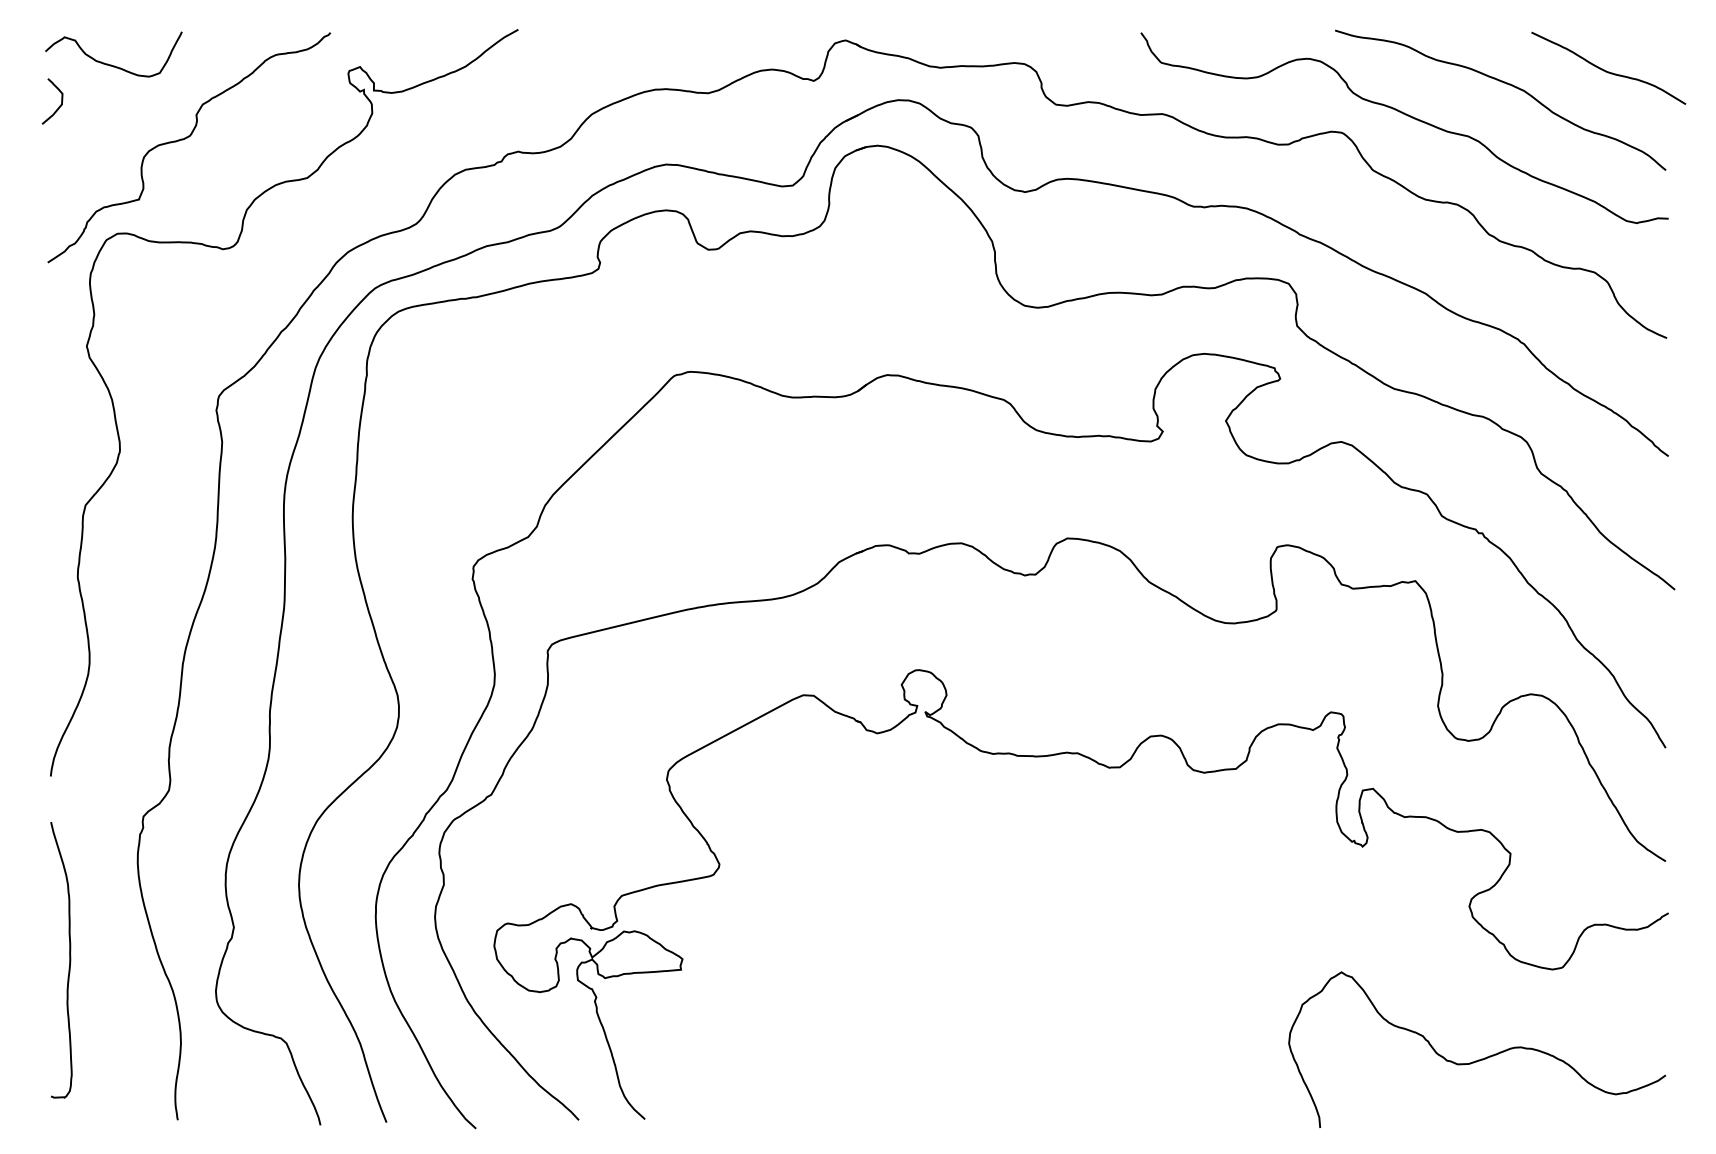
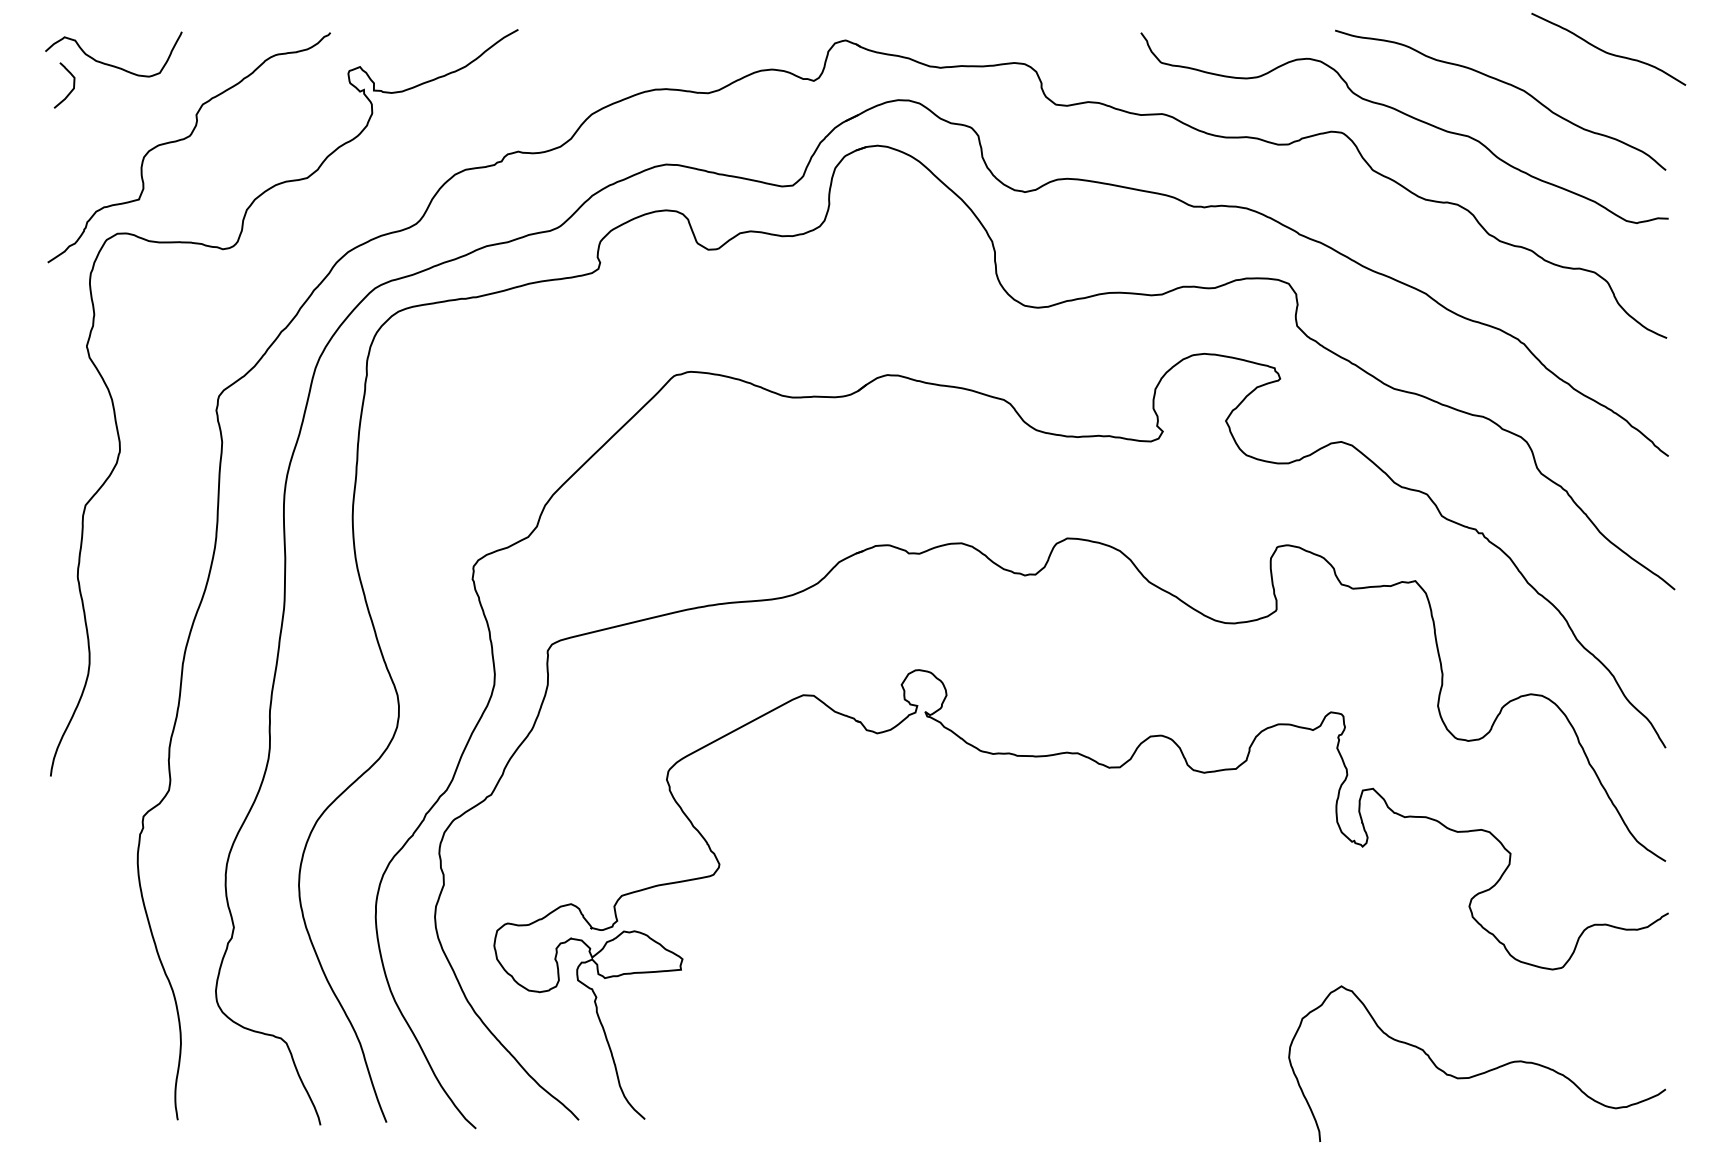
curve at (1606, 70) position: (1606, 70) -> (1606, 51)
curve at (59, 105) position: (59, 105) -> (71, 89)
curve at (69, 960): present -> none
curve at (1478, 1059) position: (1478, 1059) -> (1478, 1073)
